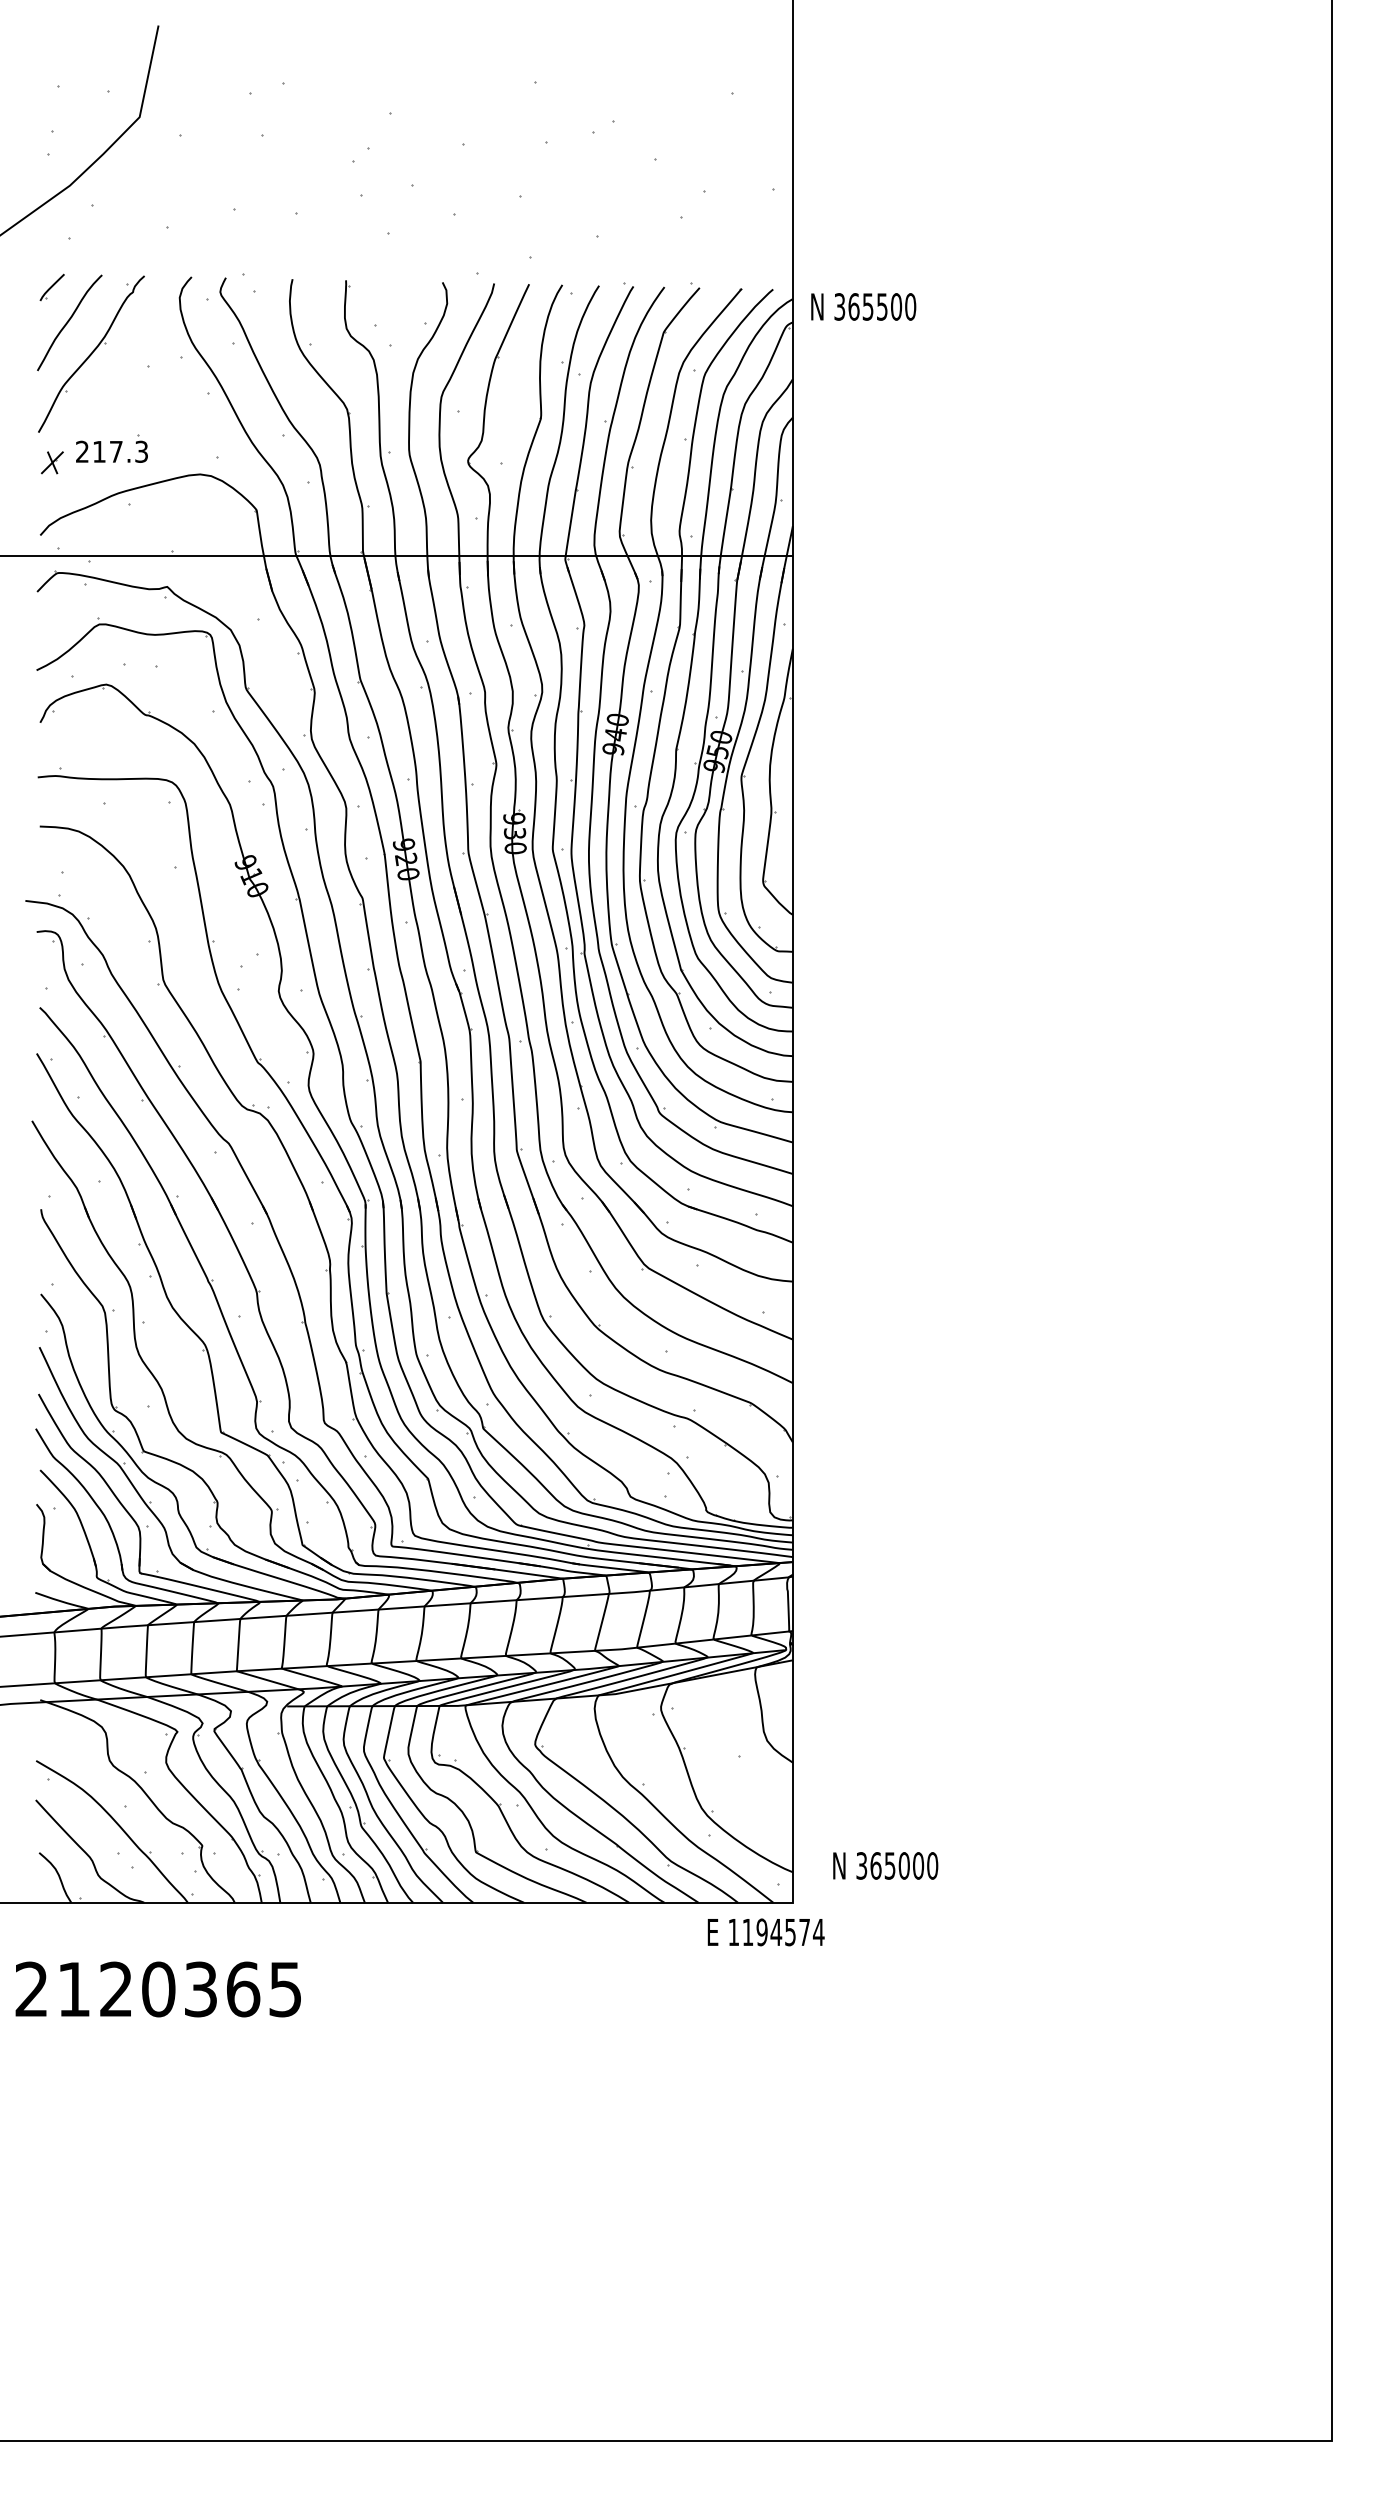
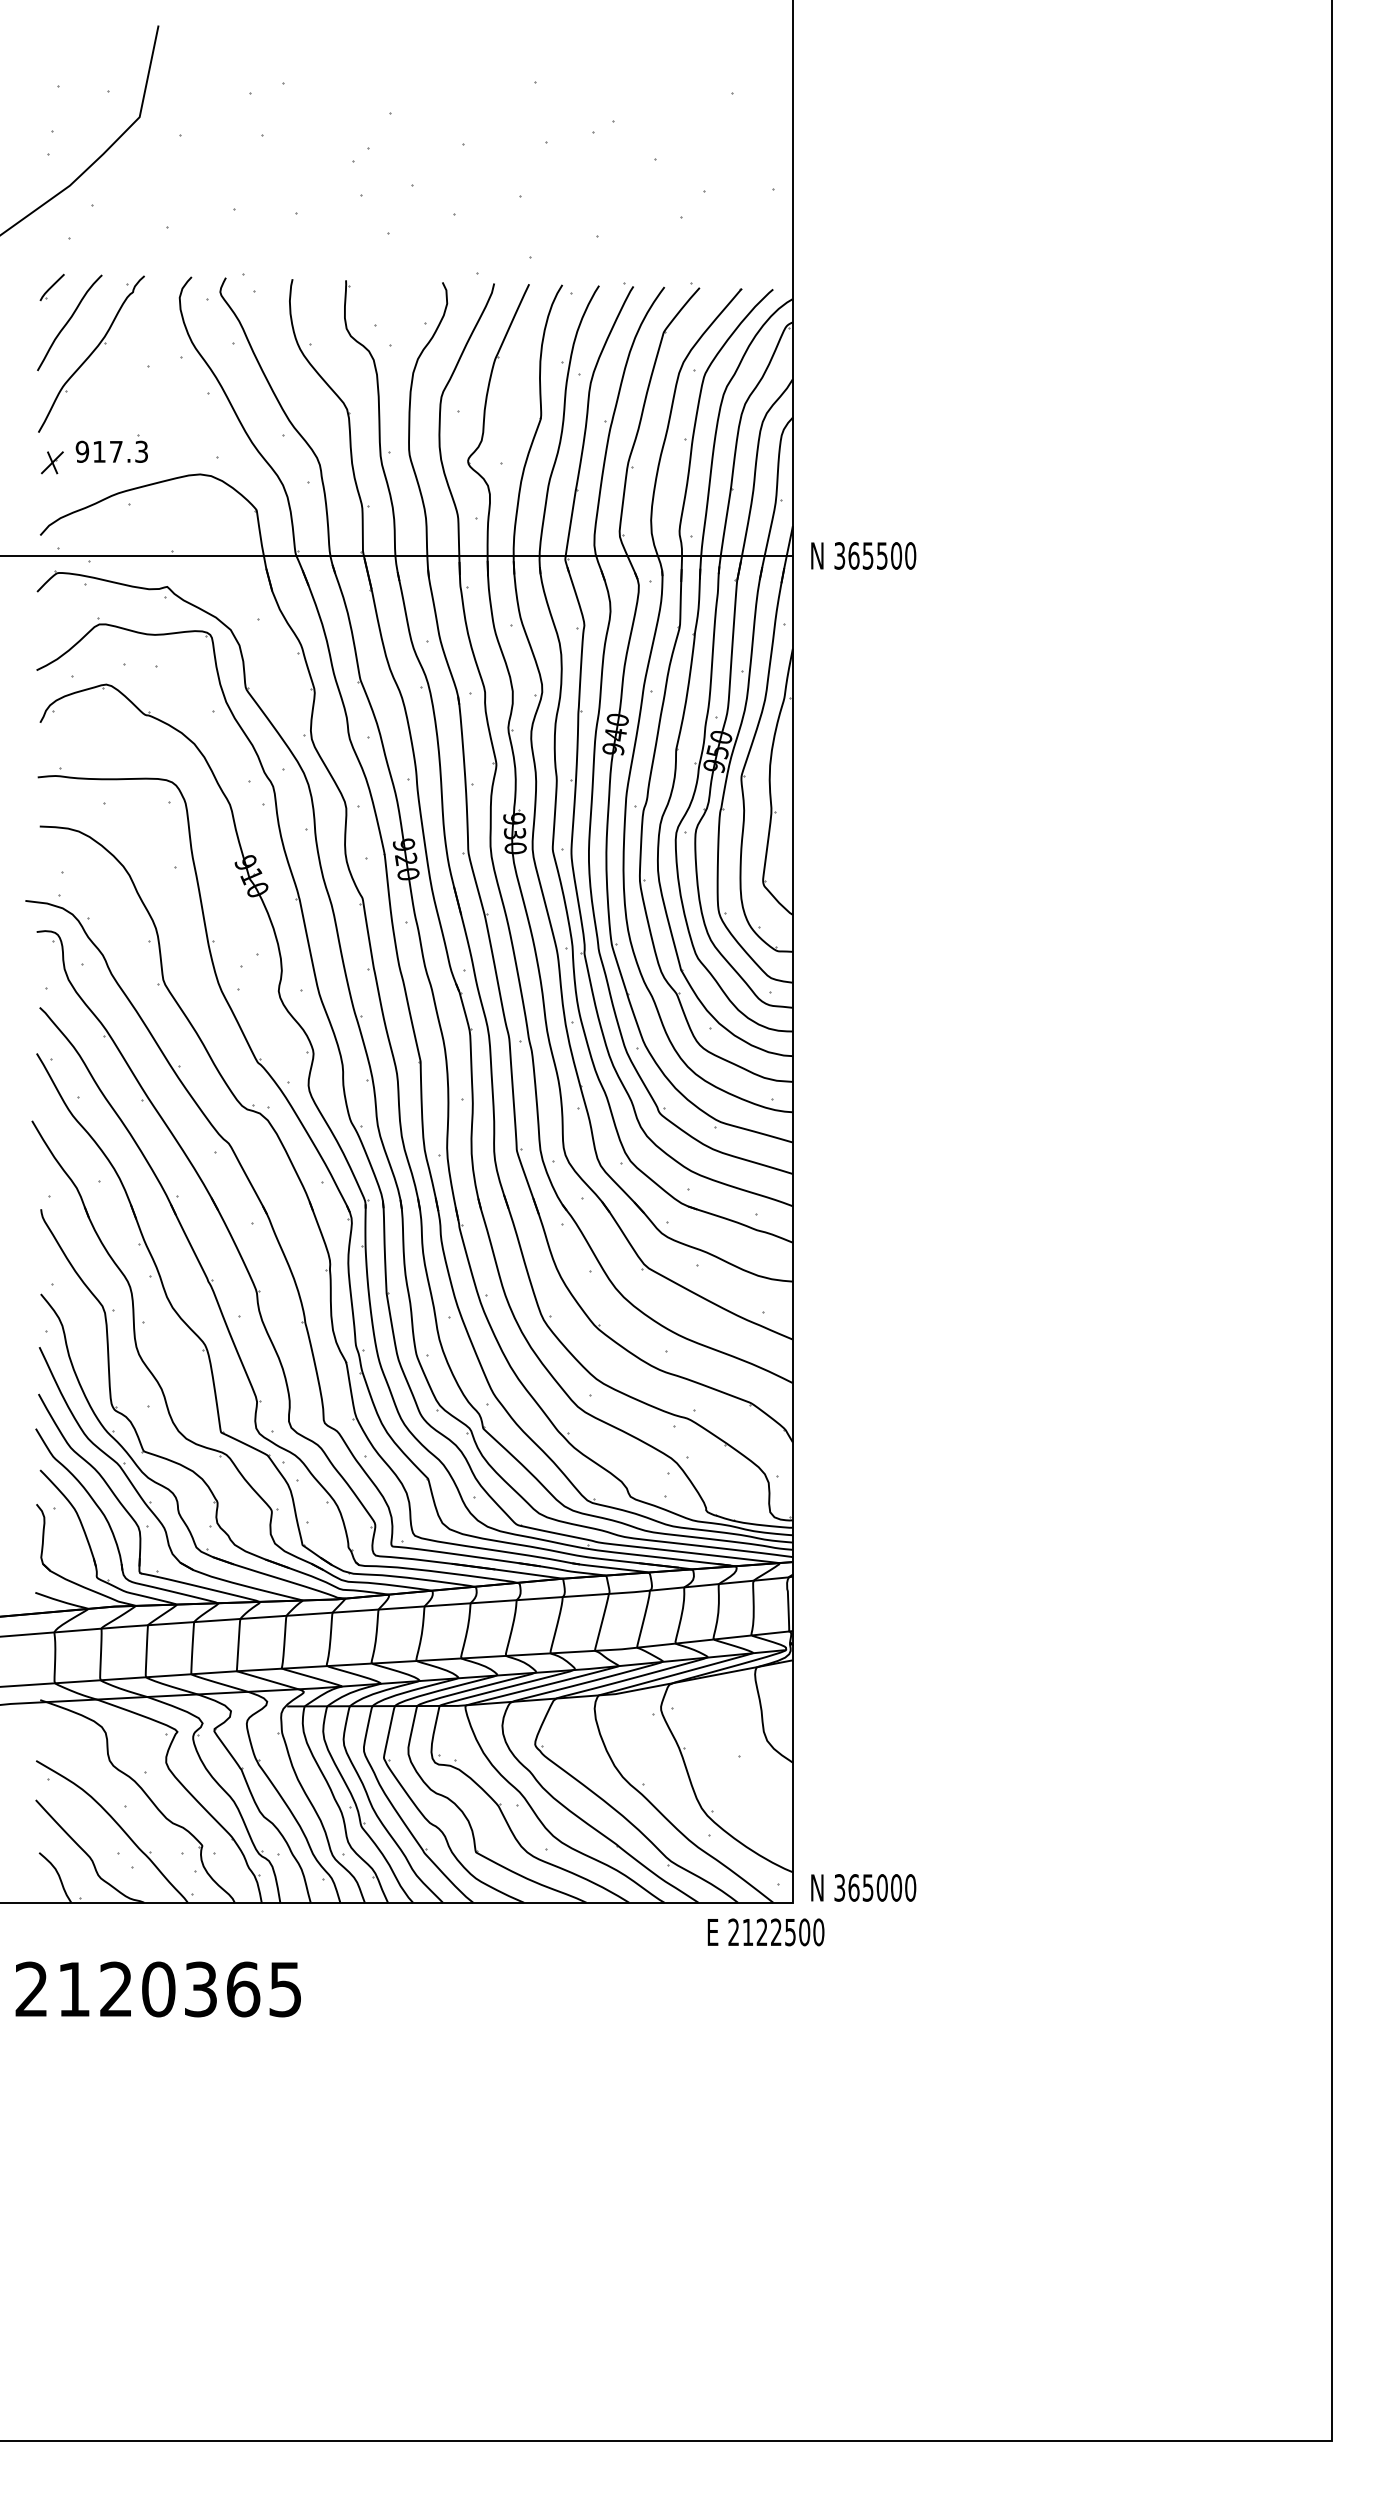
text at (863, 306) position: (863, 306) -> (863, 555)
text at (82, 451): 217.3 -> 917.3
text at (885, 1865) position: (885, 1865) -> (863, 1887)
text at (776, 1932): 1194574 -> 2122500
